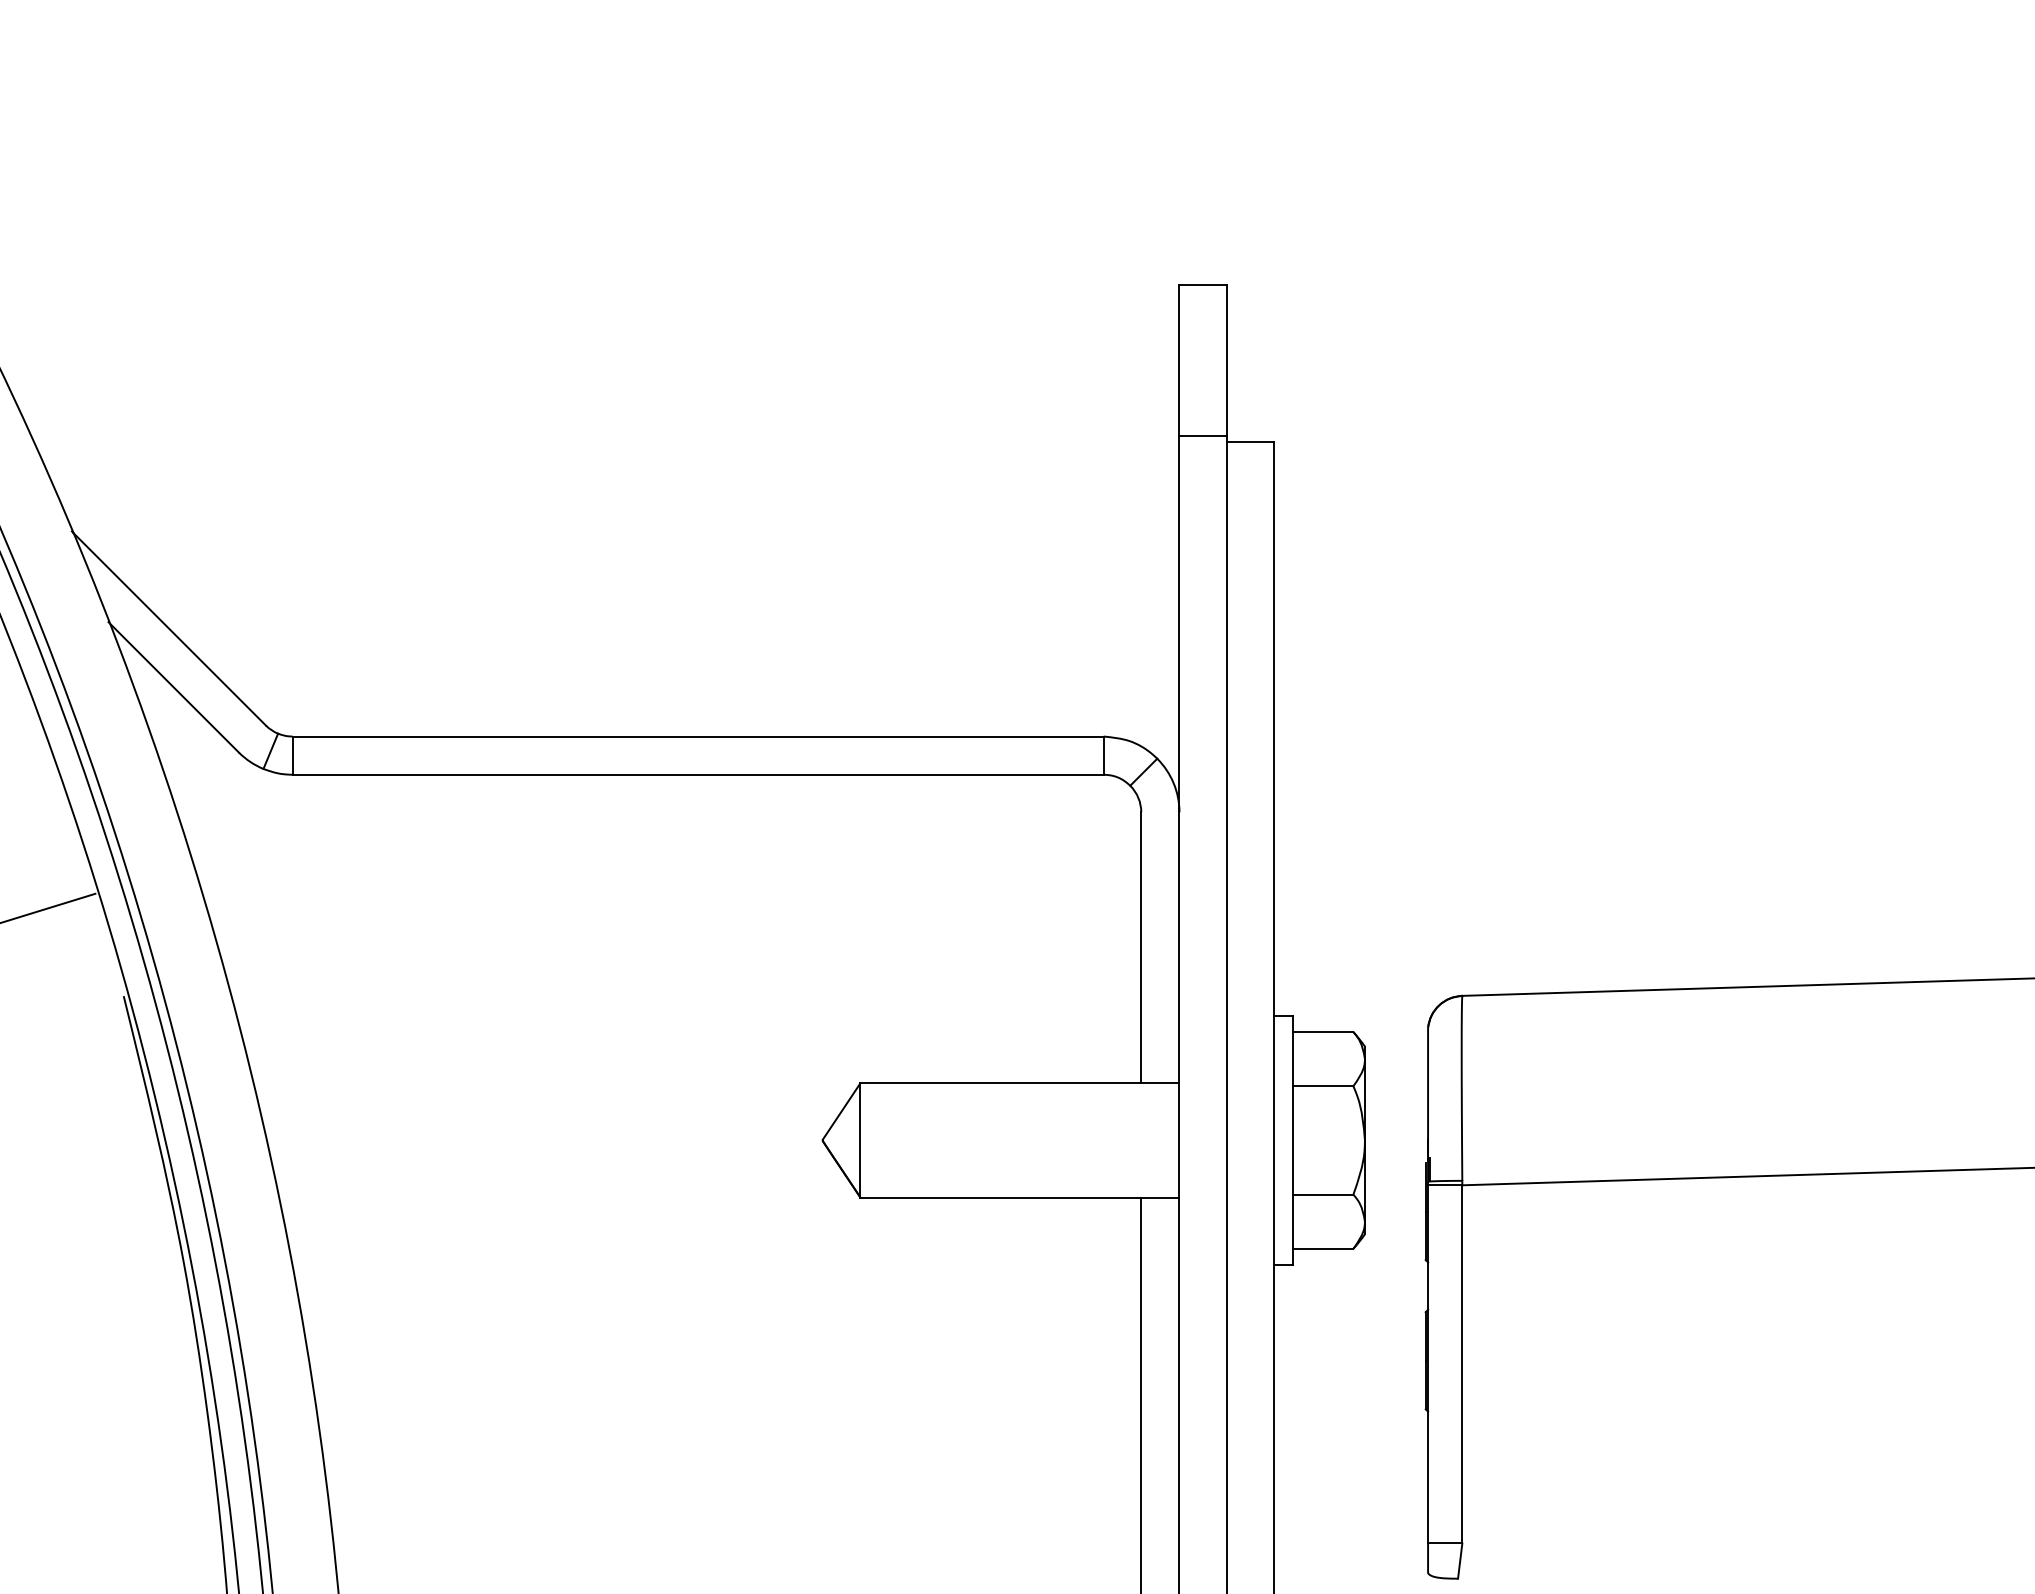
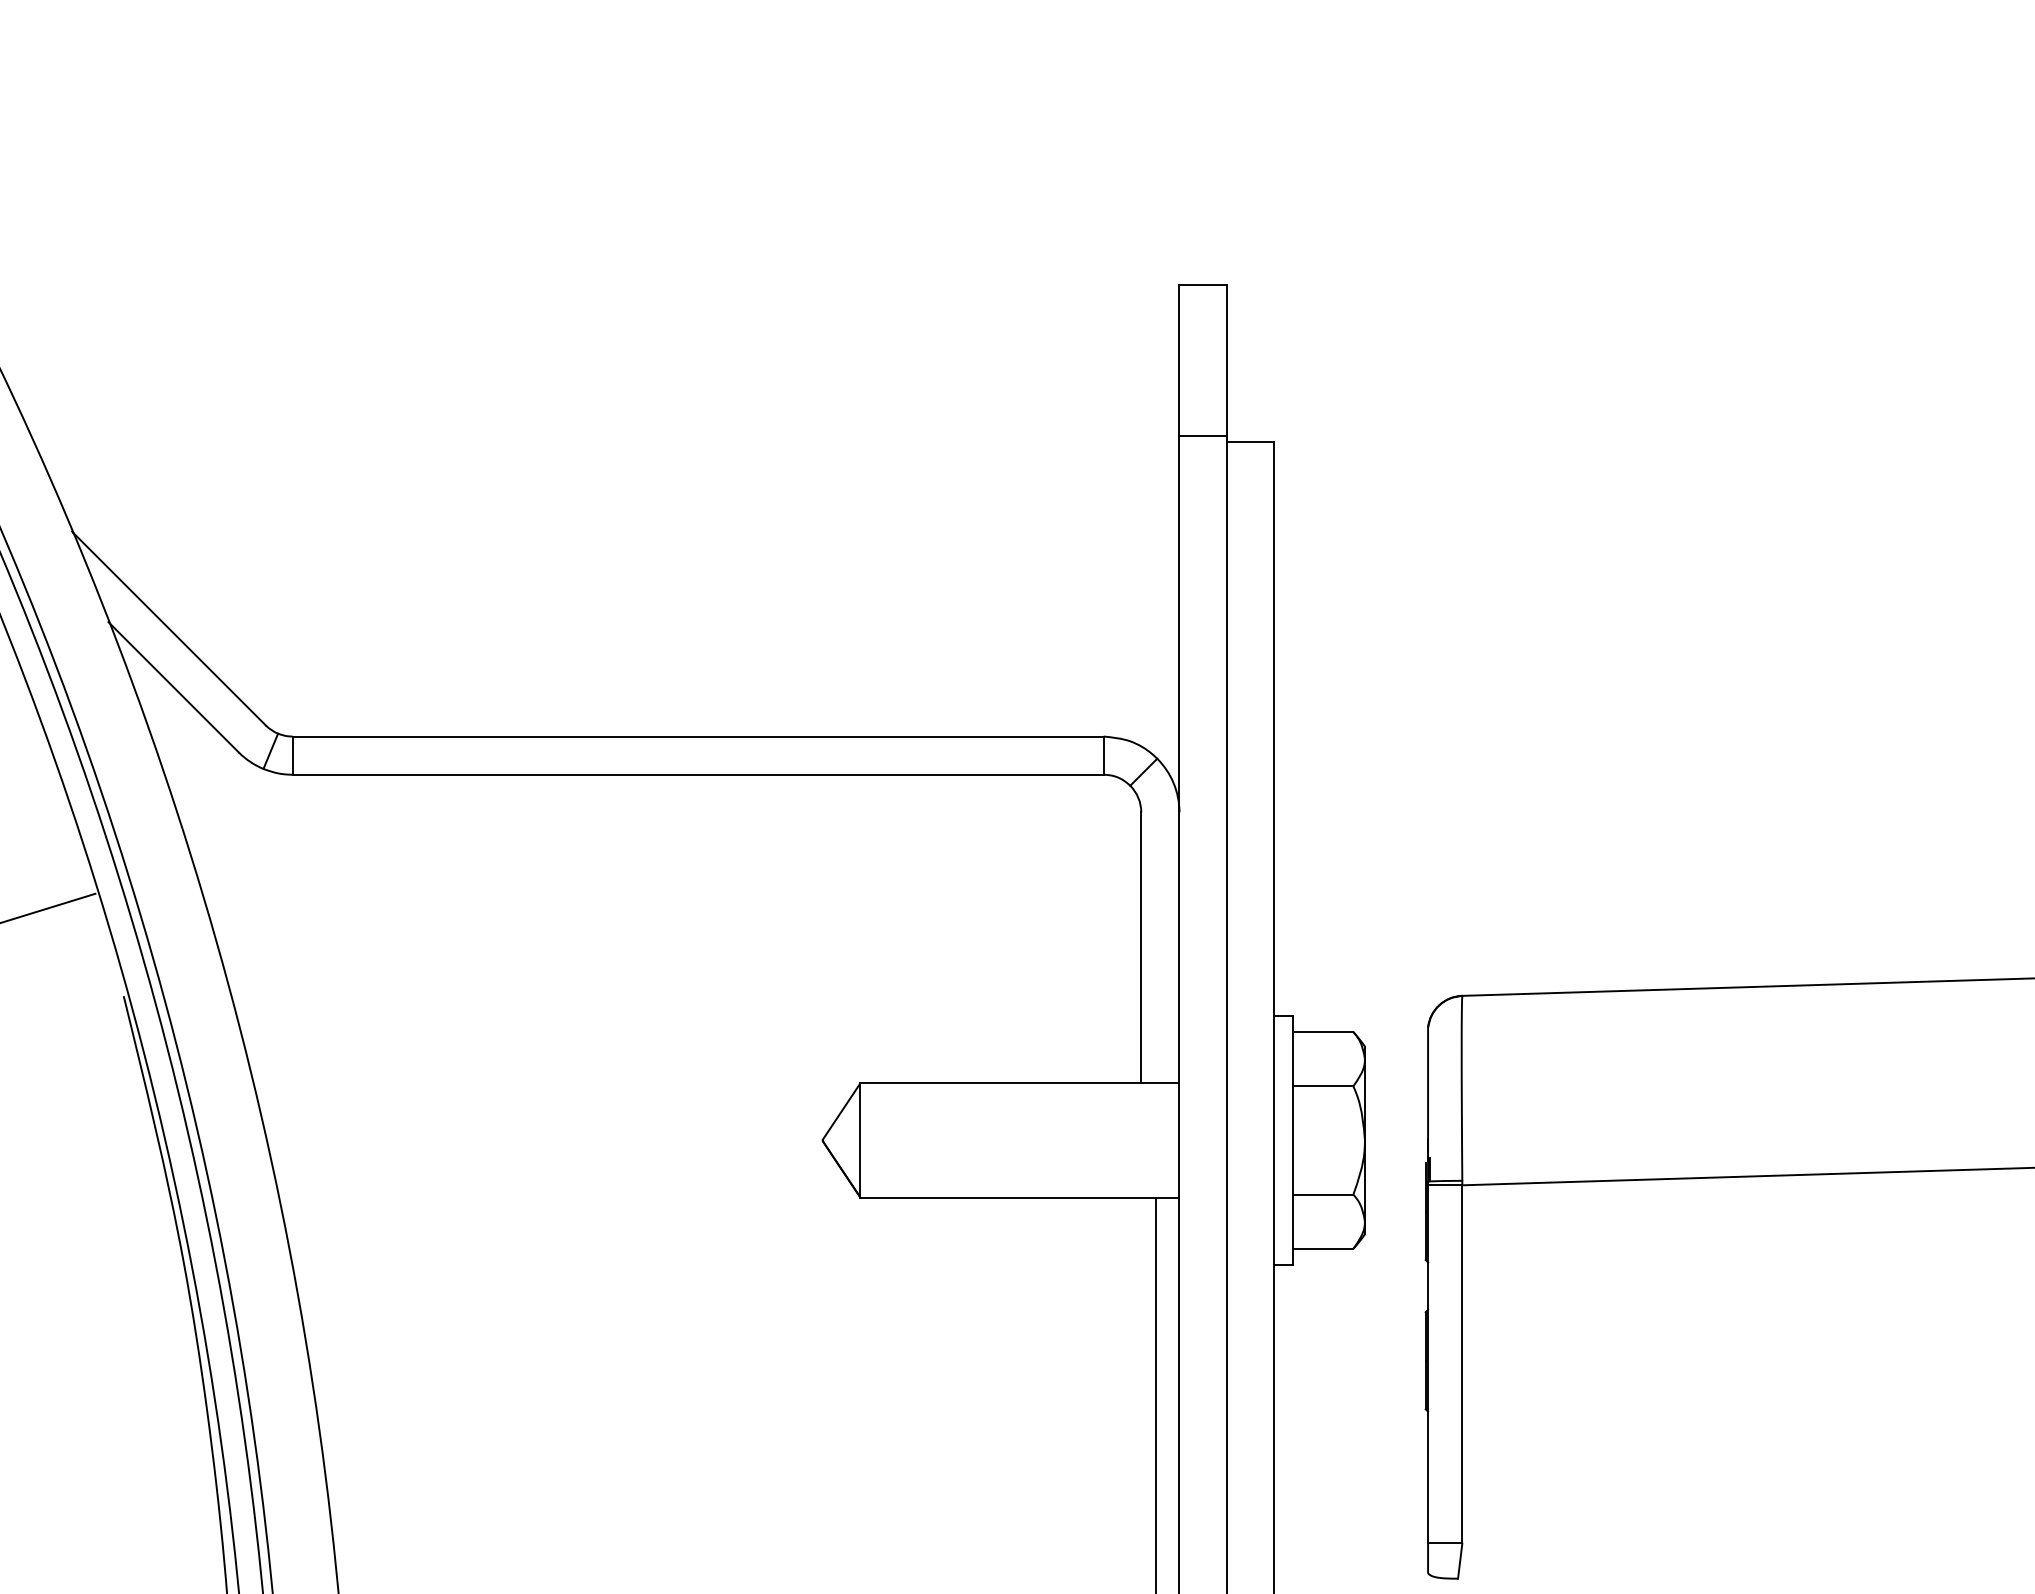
line at (1141, 1393) position: (1141, 1393) -> (1156, 1393)
